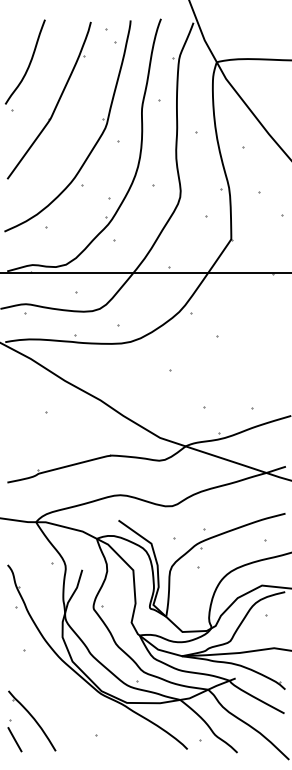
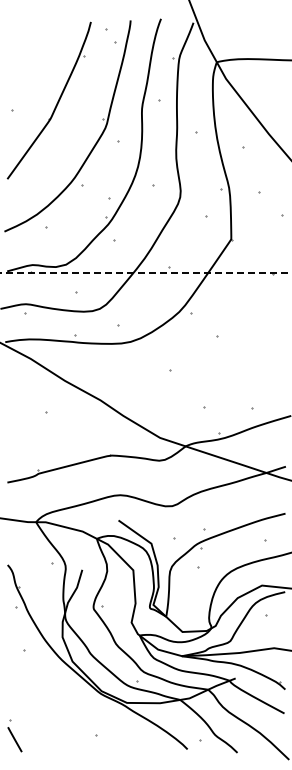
curve at (28, 64): present -> none
line at (146, 272): solid -> dashed
part at (32, 720): present -> none
